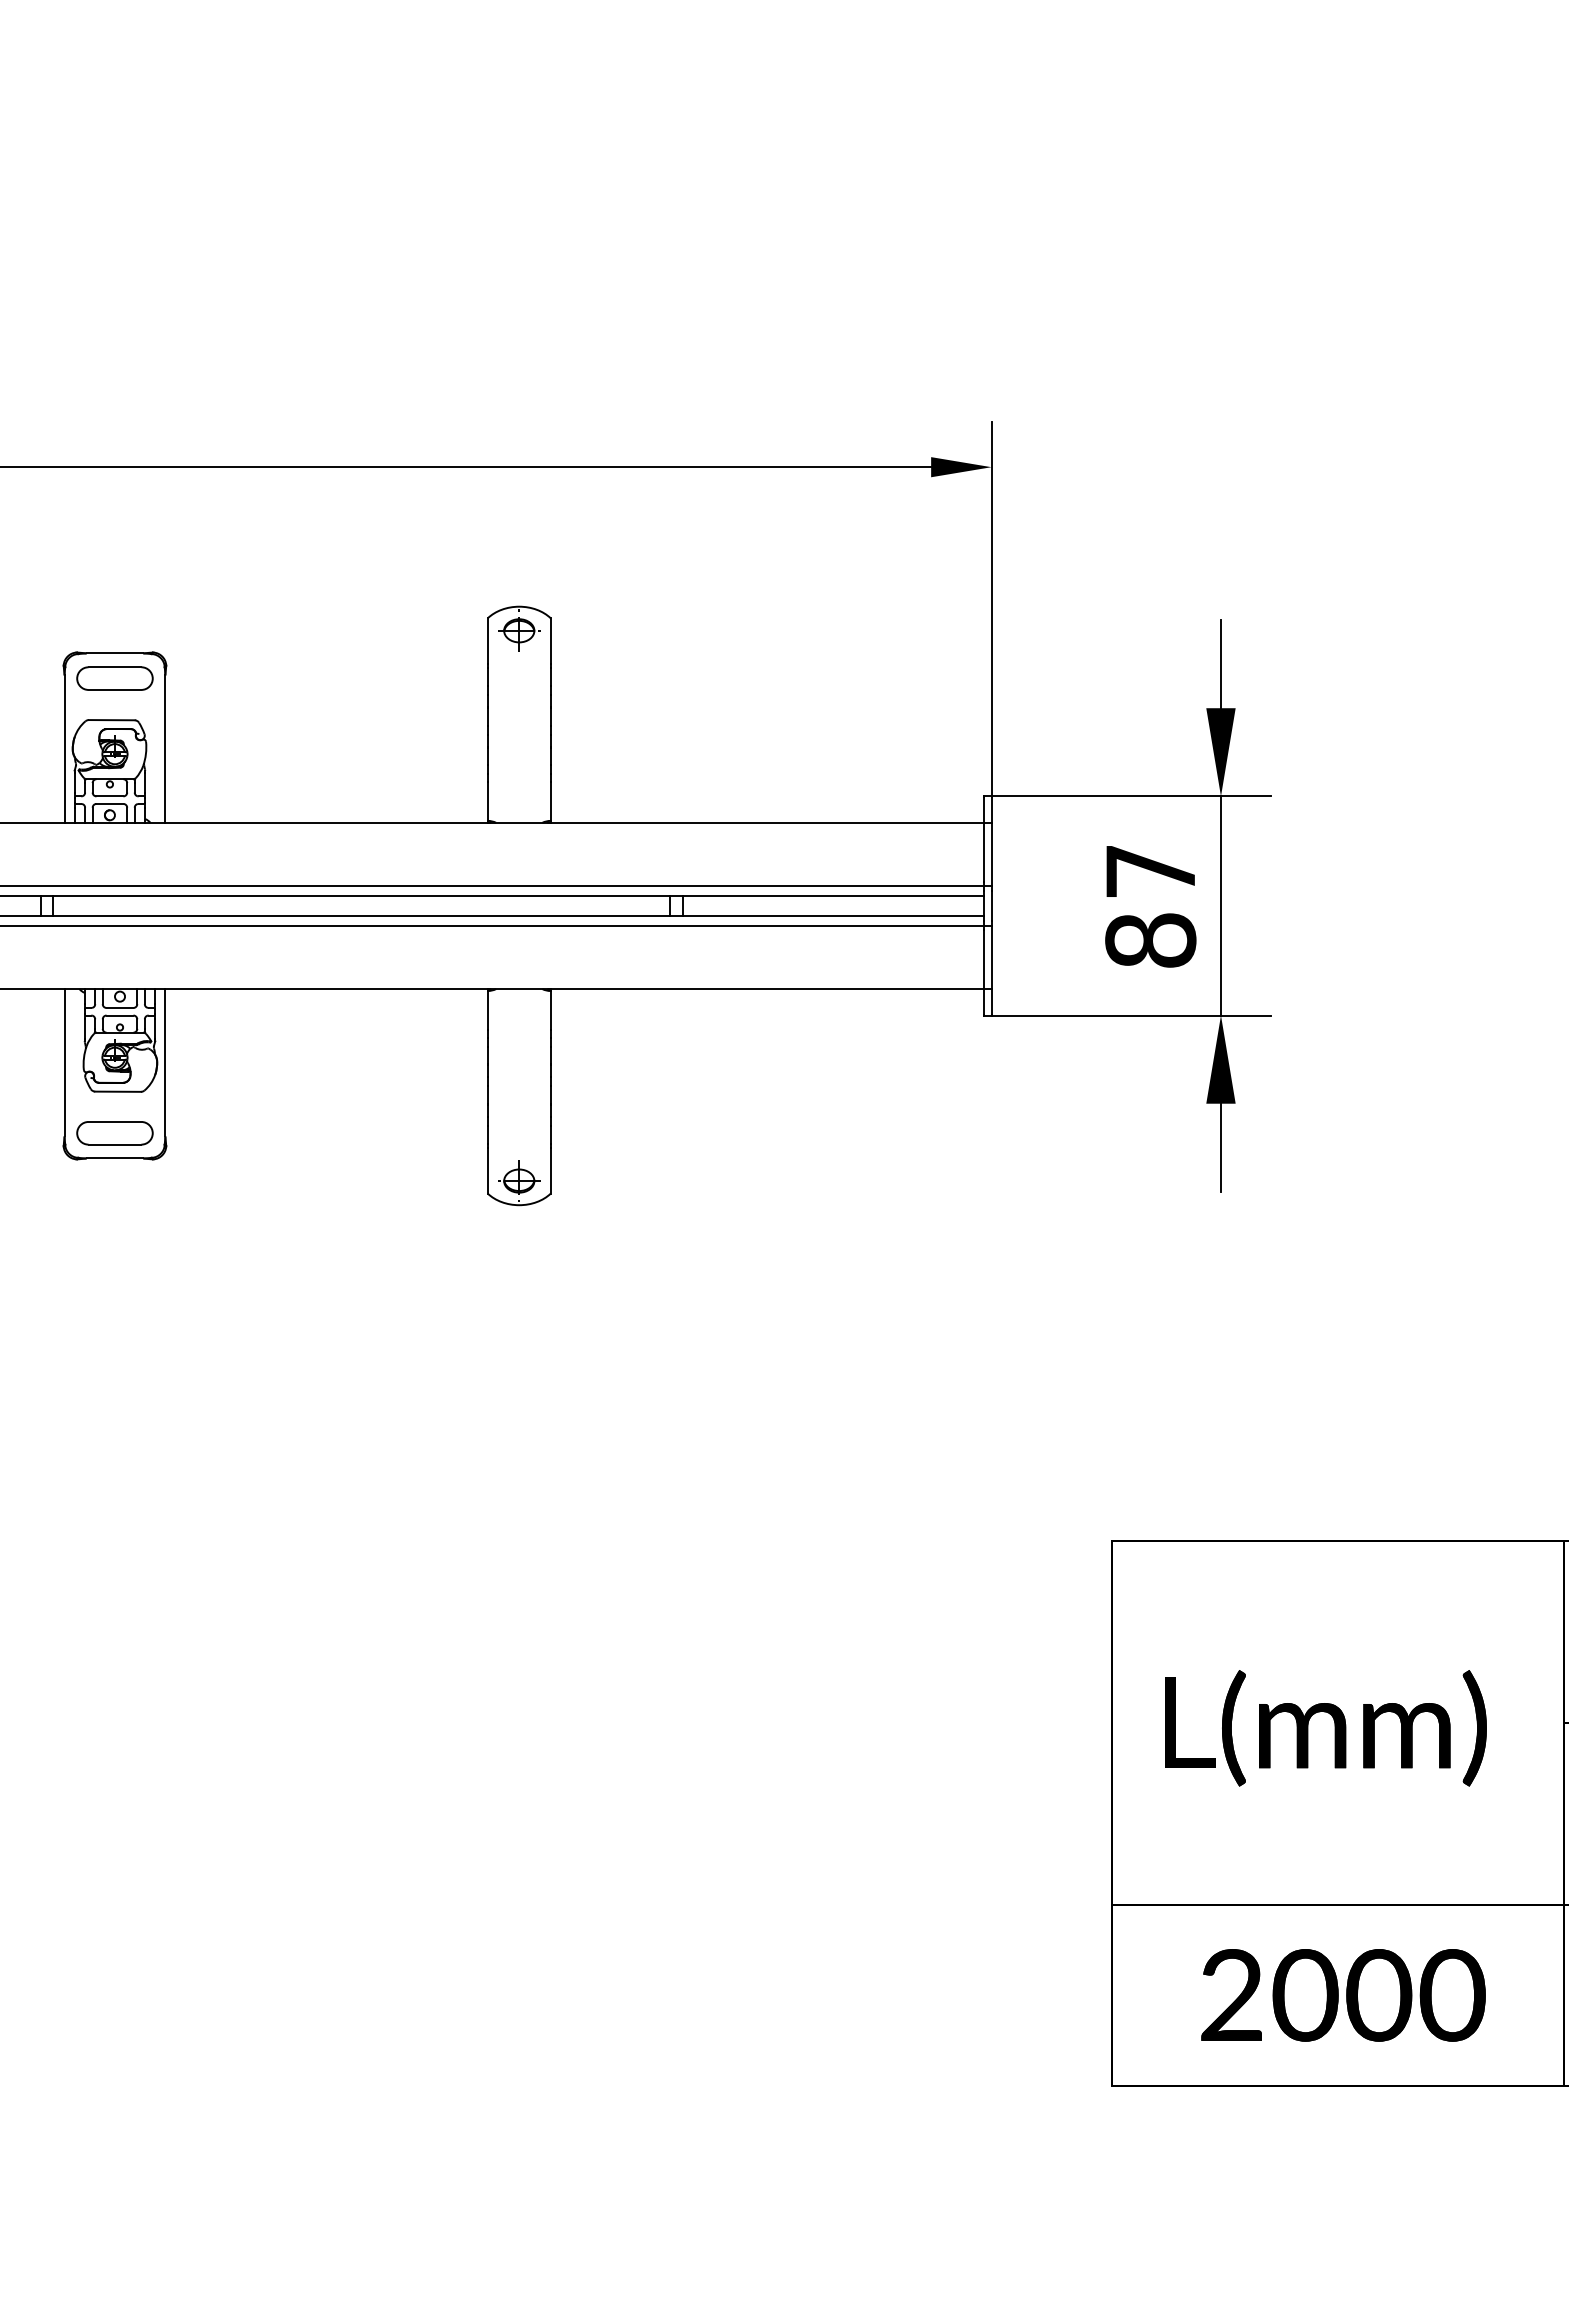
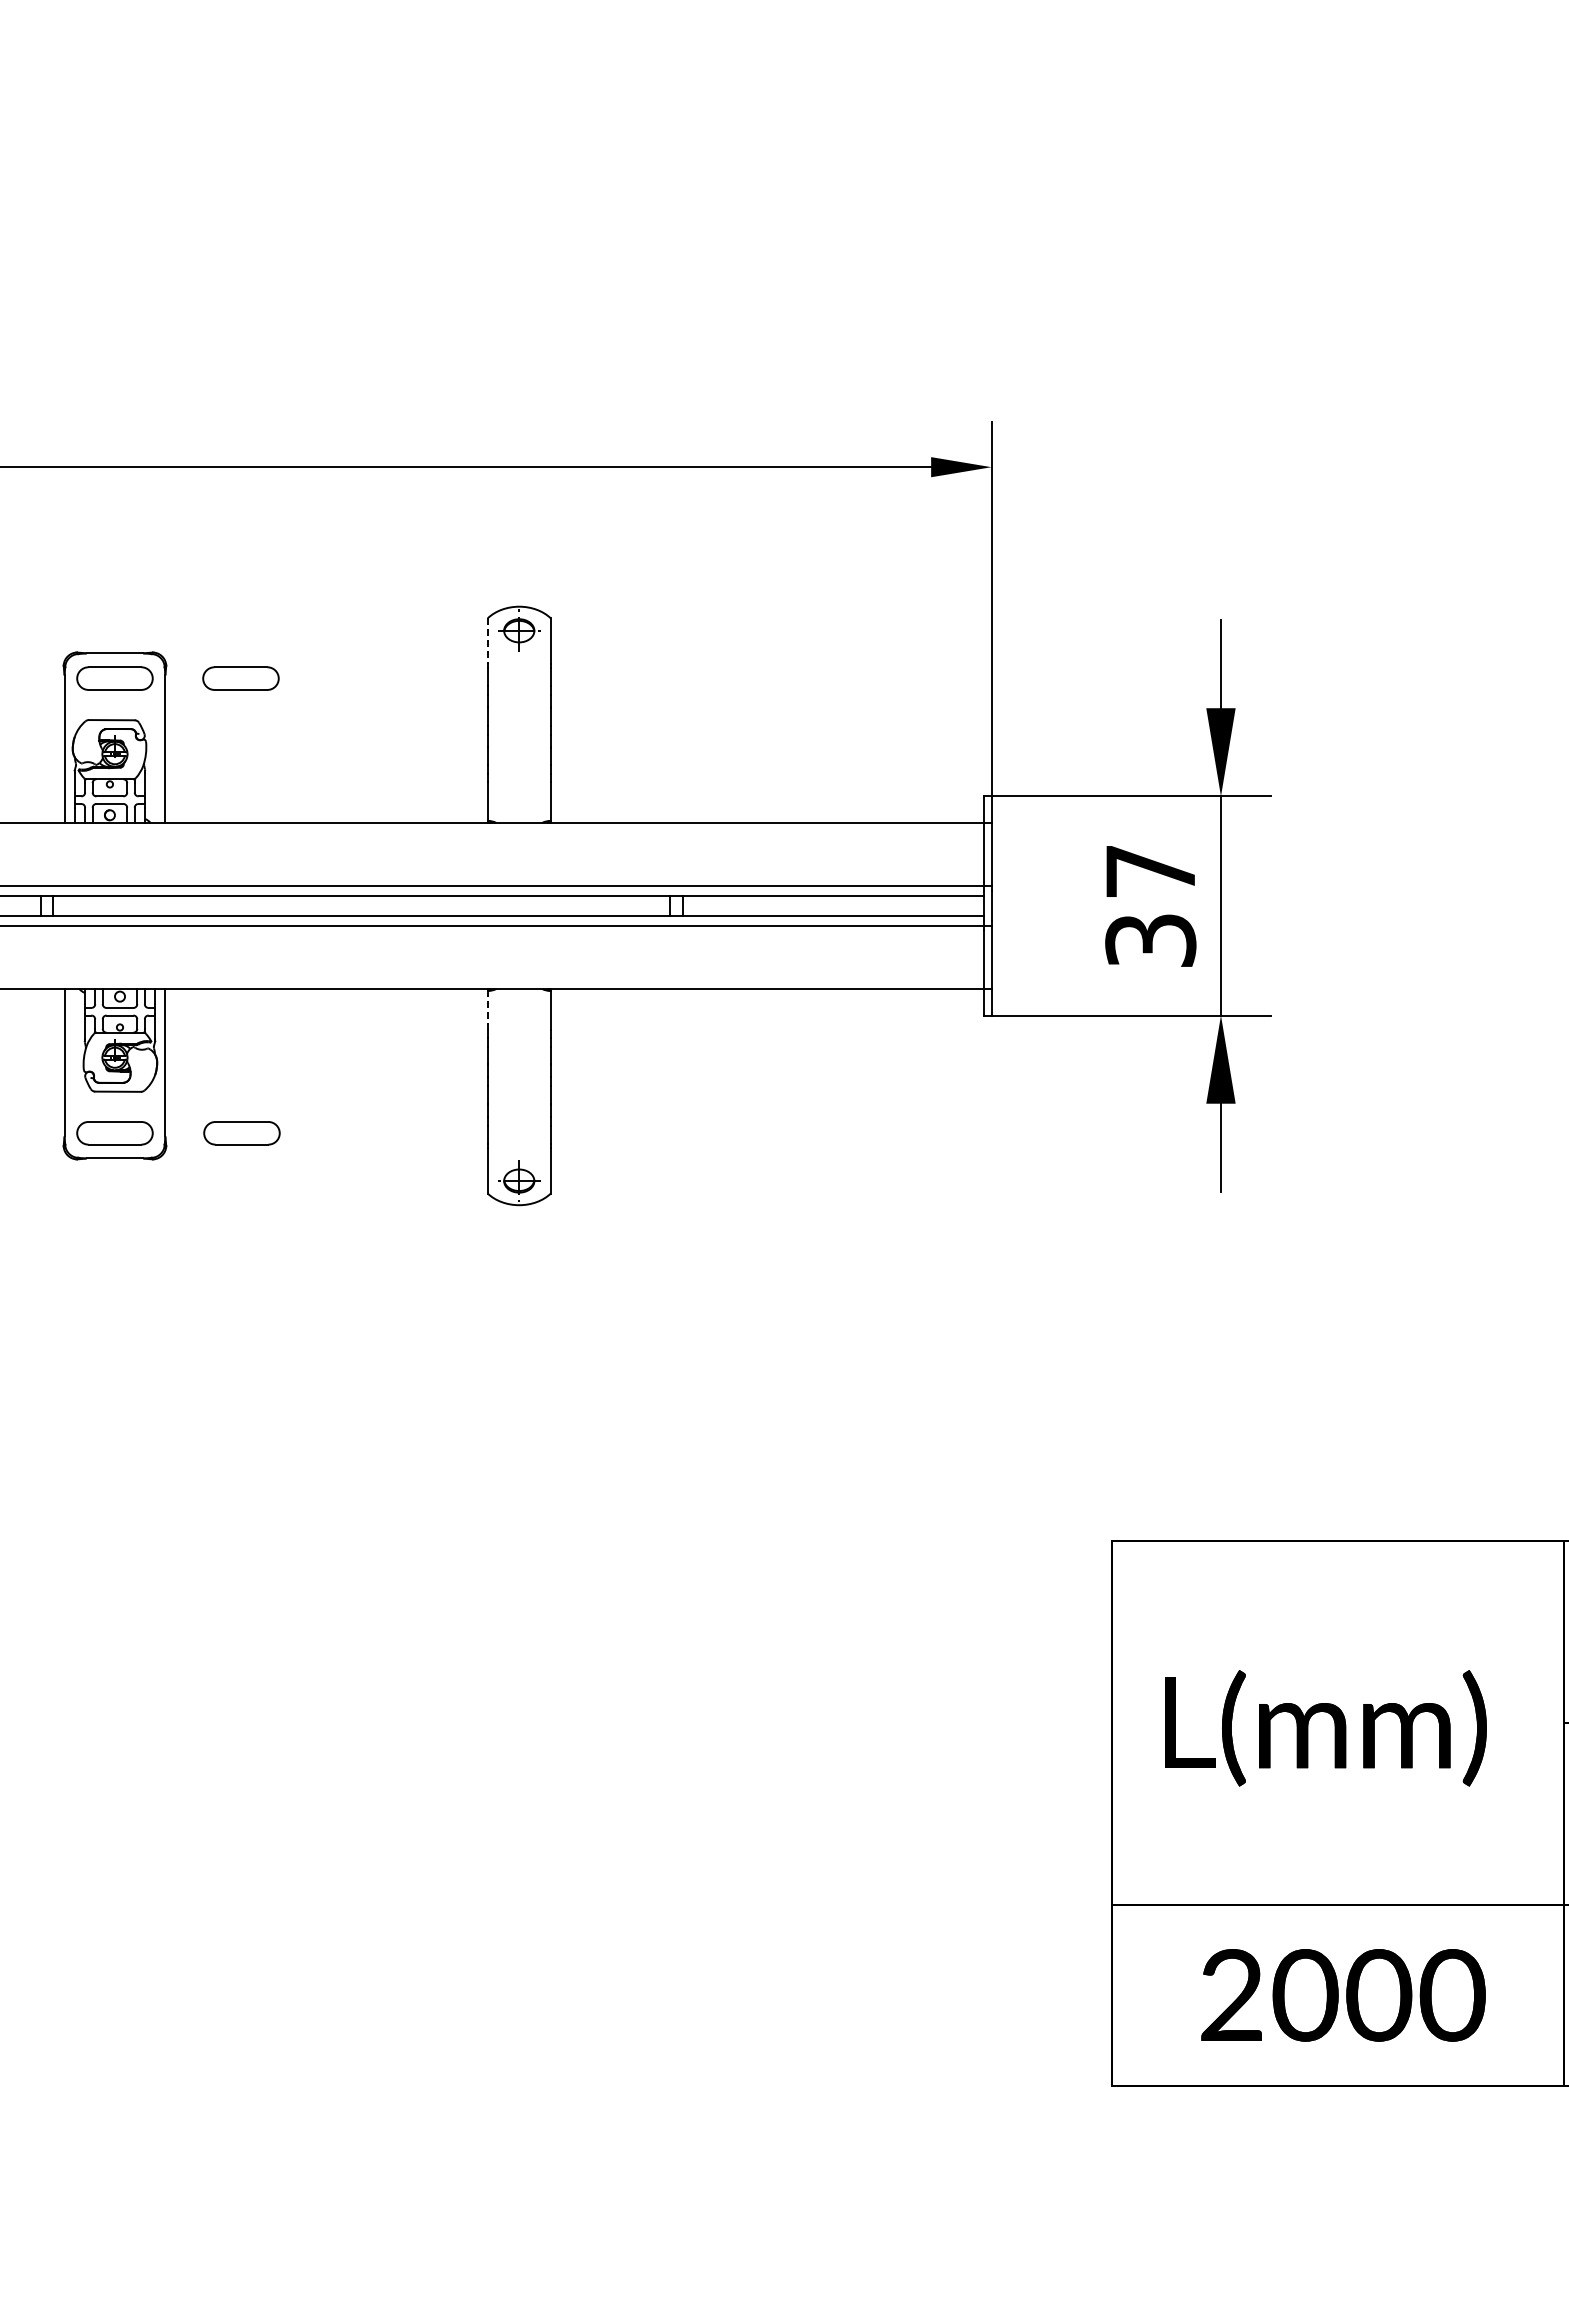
line at (487, 640): solid -> dashed
part at (240, 678): none -> present
text at (1150, 940): 87 -> 37
line at (487, 1009): solid -> dashed
part at (241, 1133): none -> present
